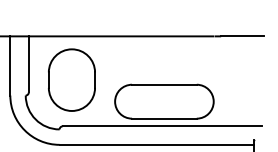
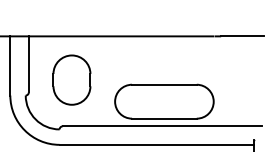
part at (71, 79) size: 48x64 px -> 40x52 px
